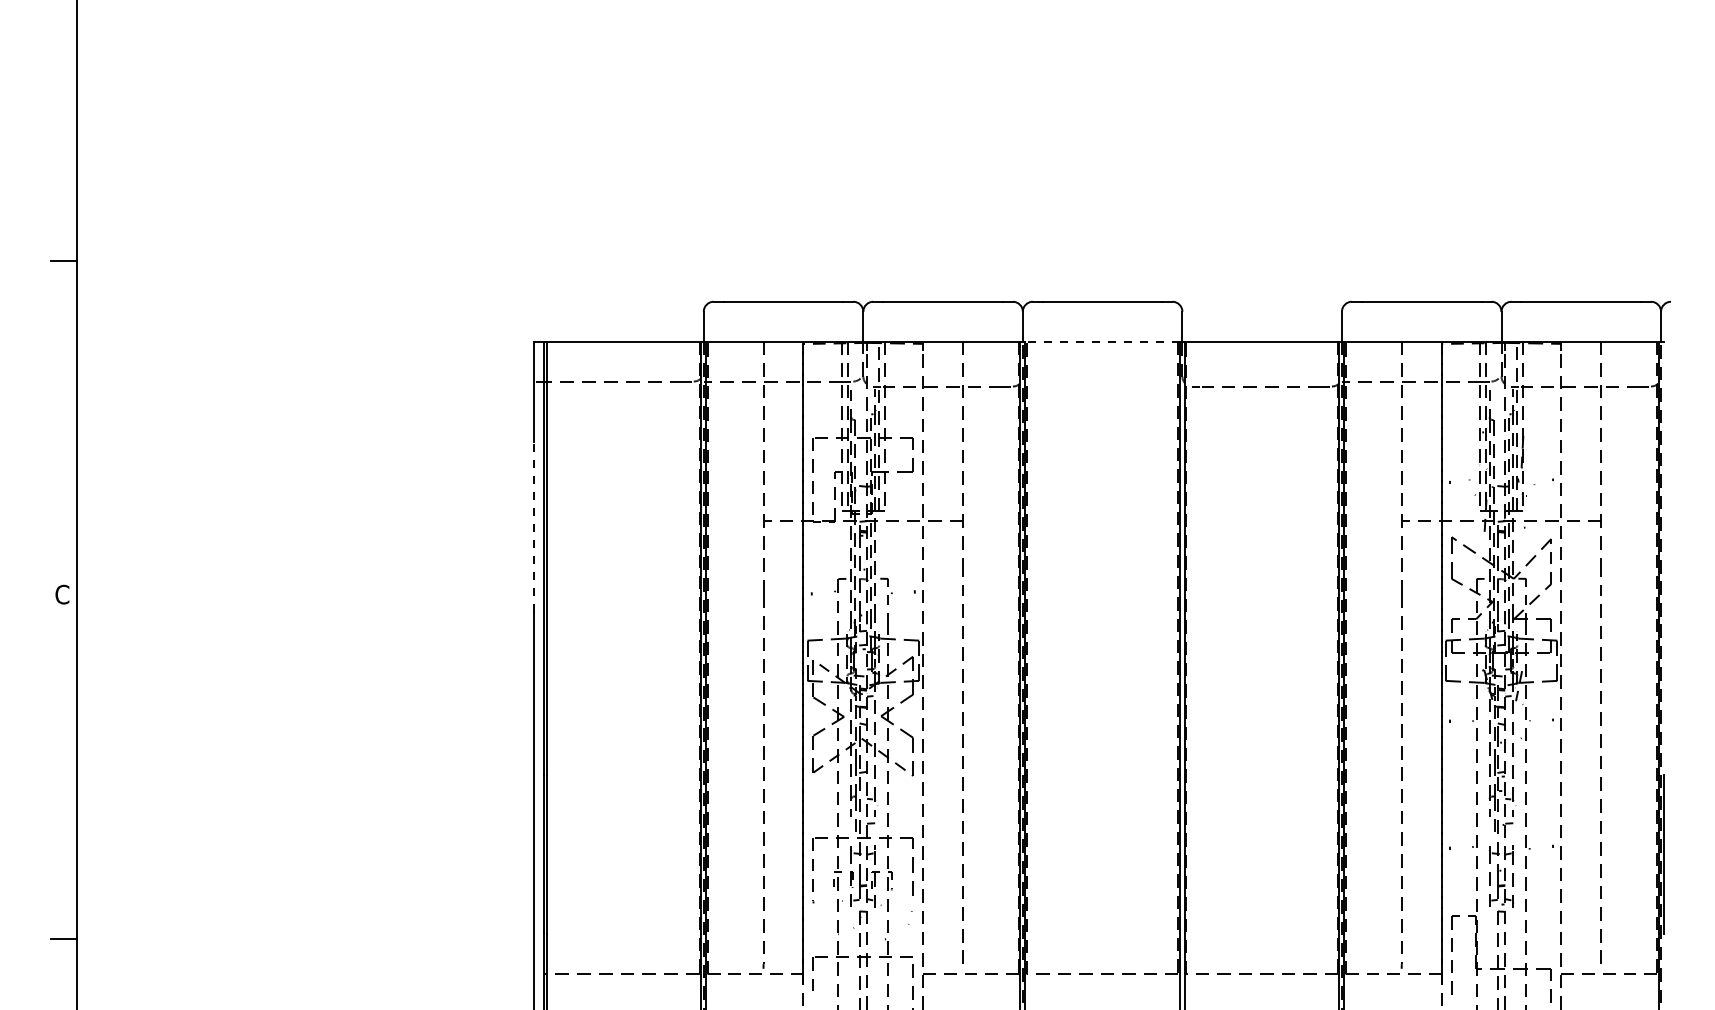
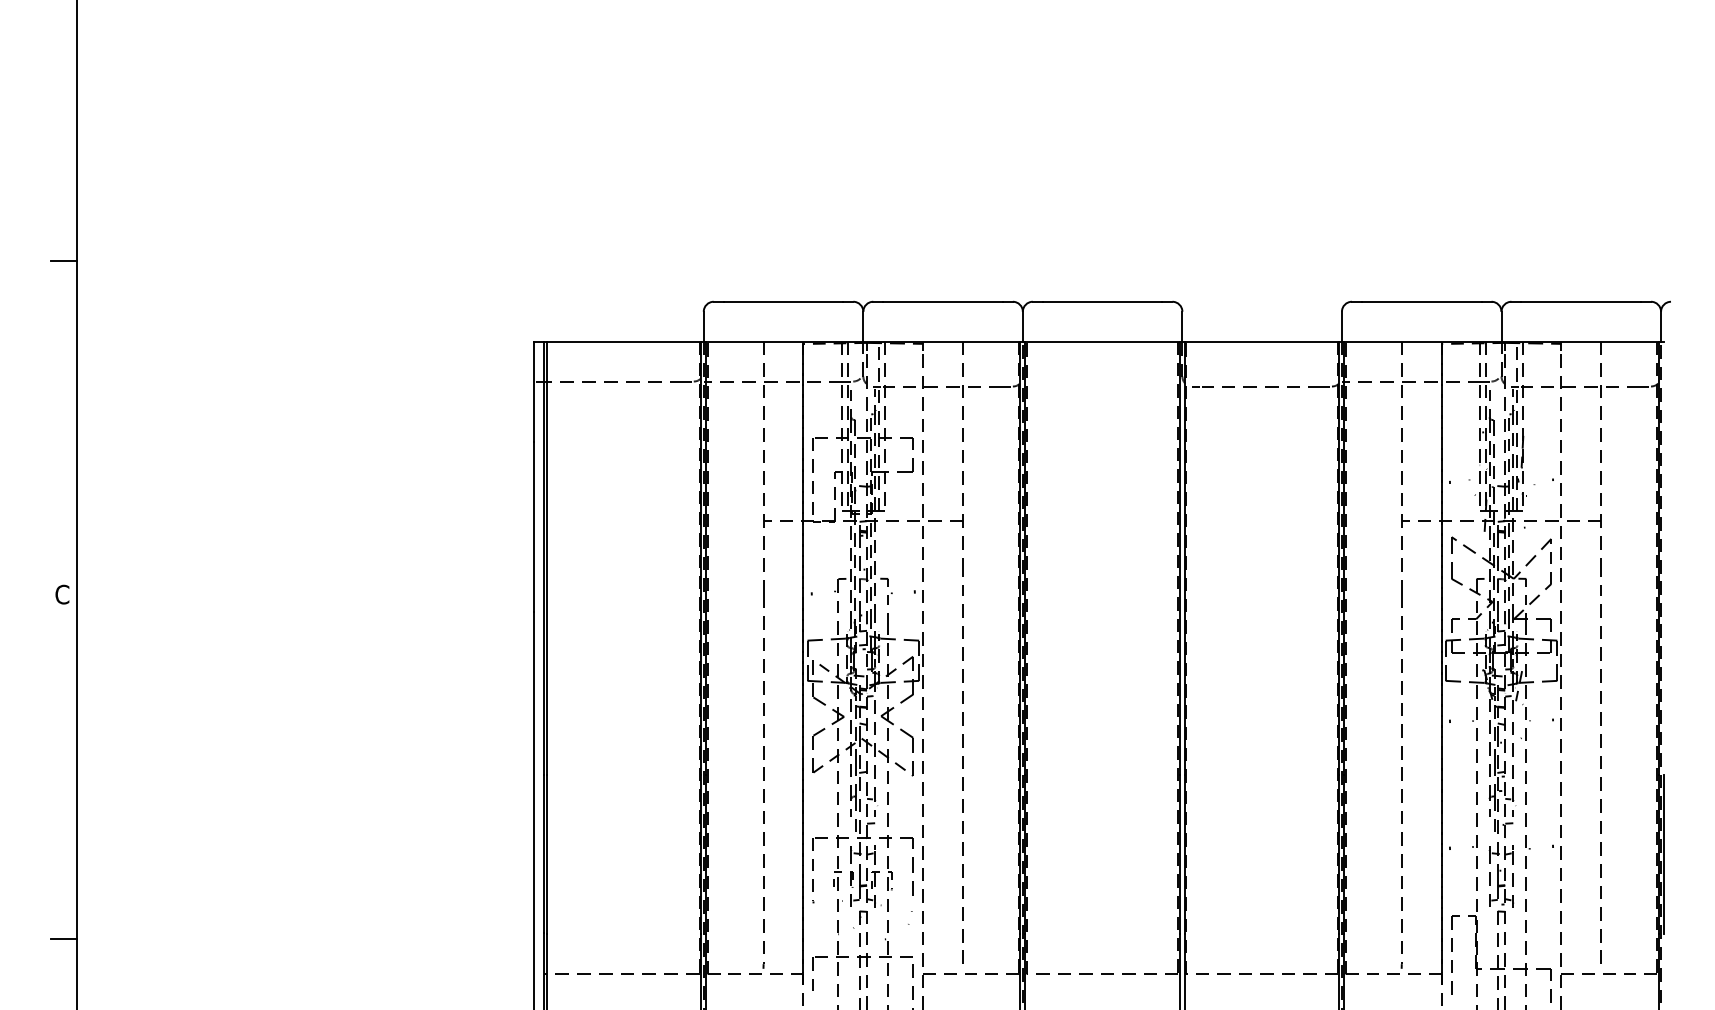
line at (1102, 341): dashed -> solid
line at (534, 527): dashed -> solid
